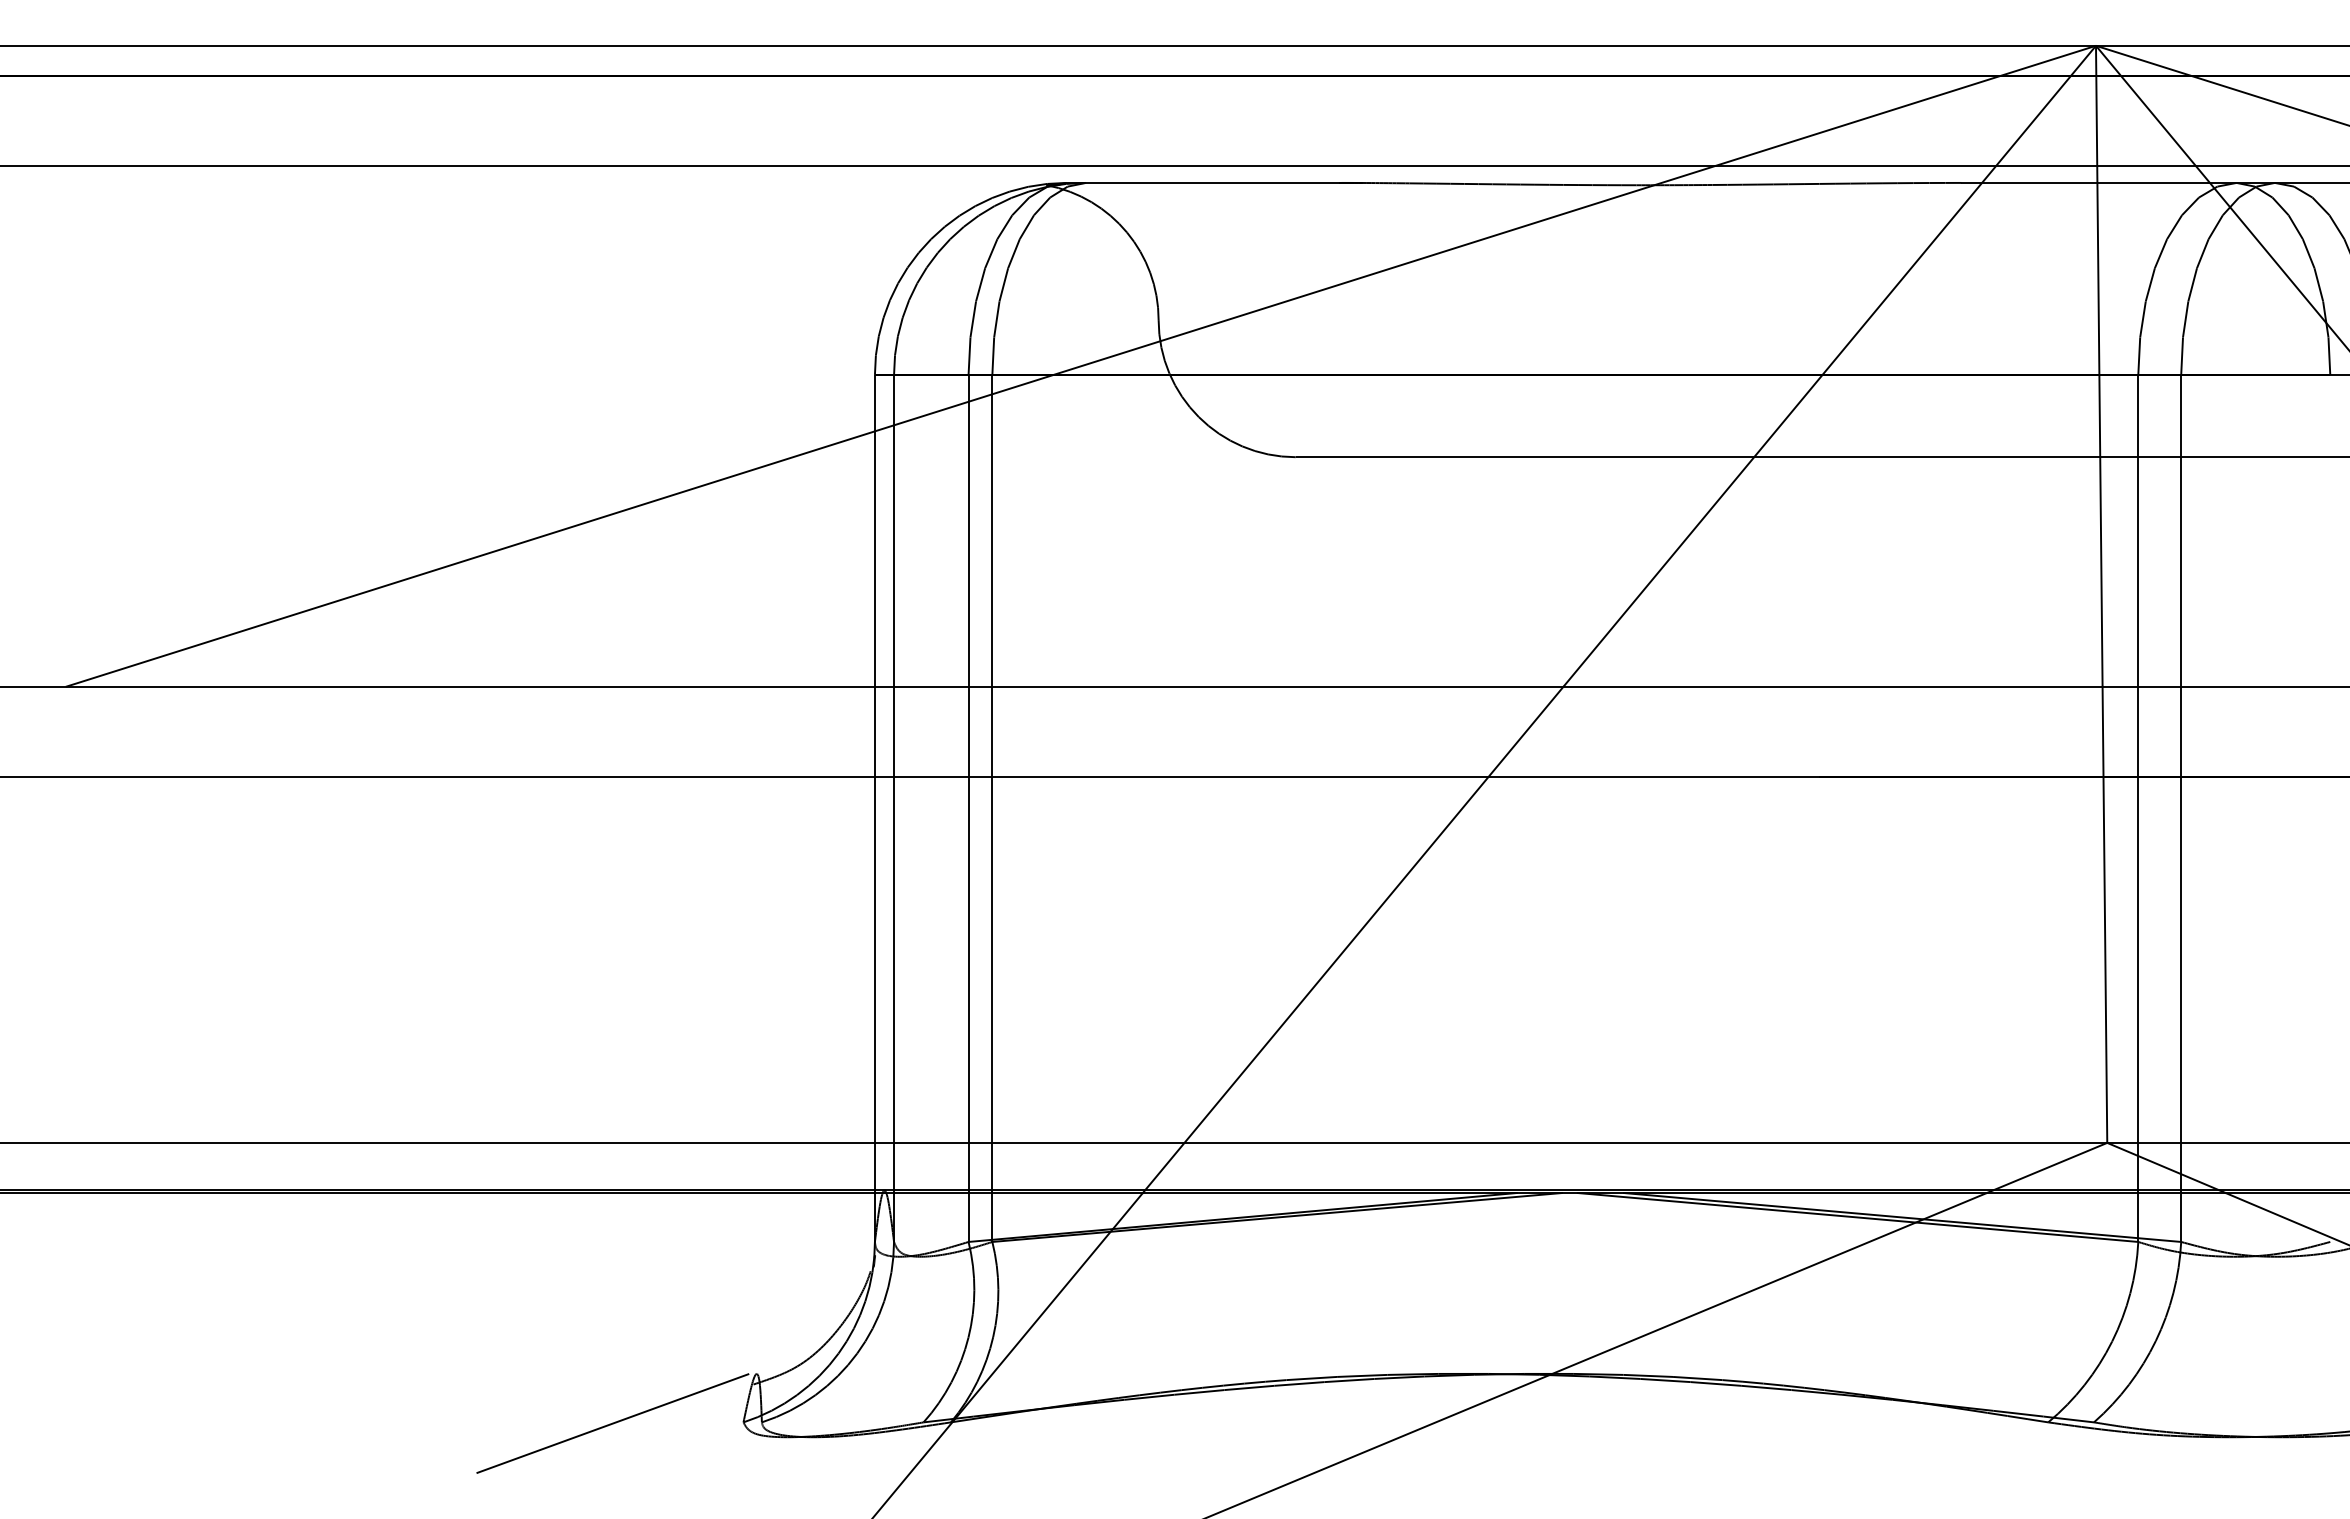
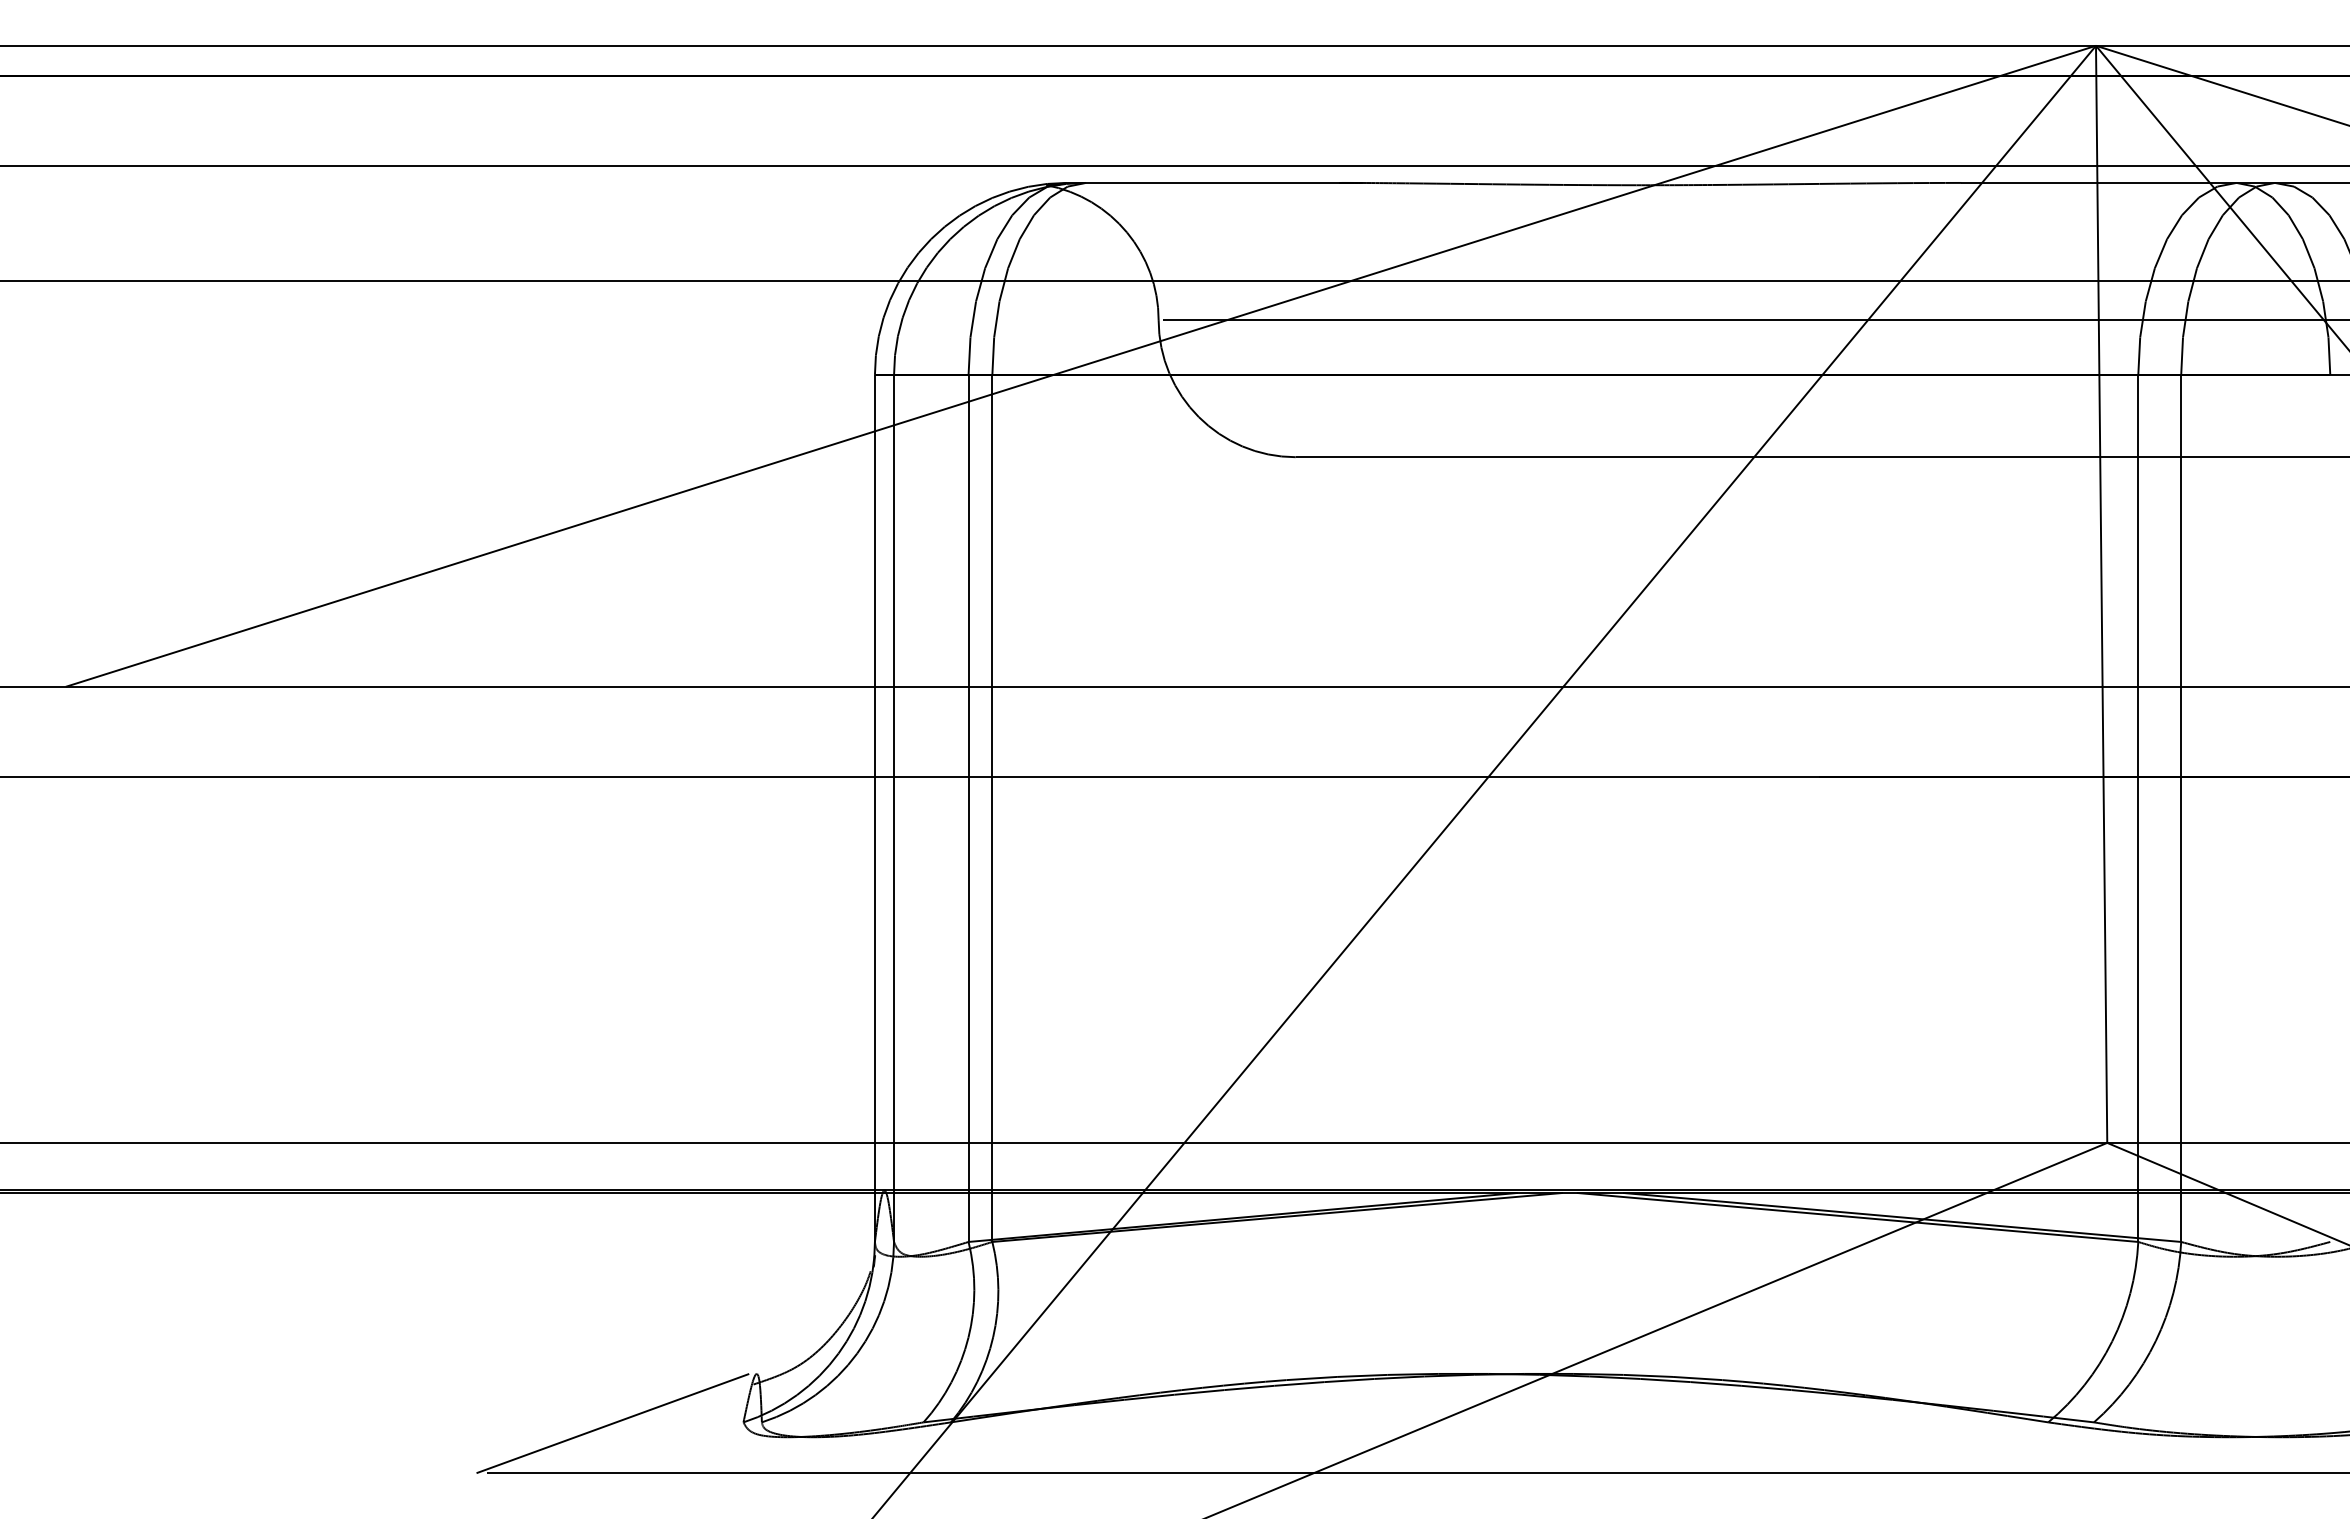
line at (1174, 280): none -> present
line at (1754, 320): none -> present
line at (1416, 1473): none -> present
